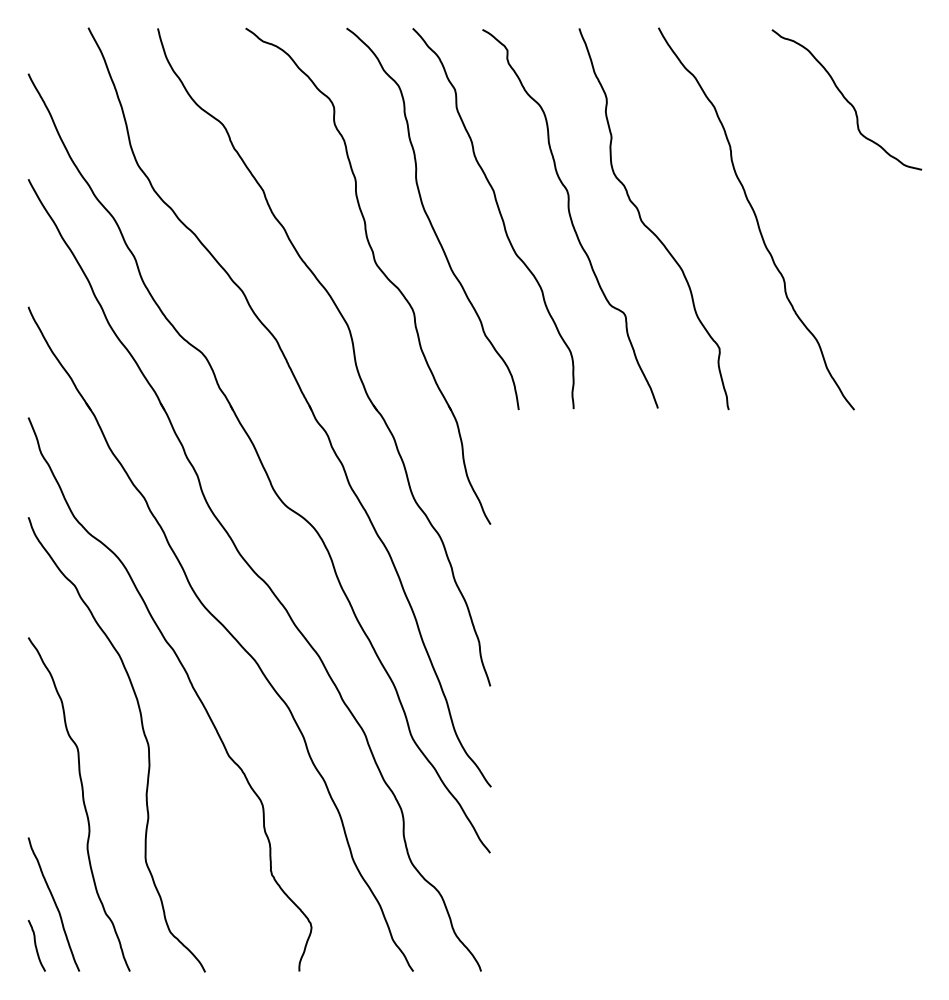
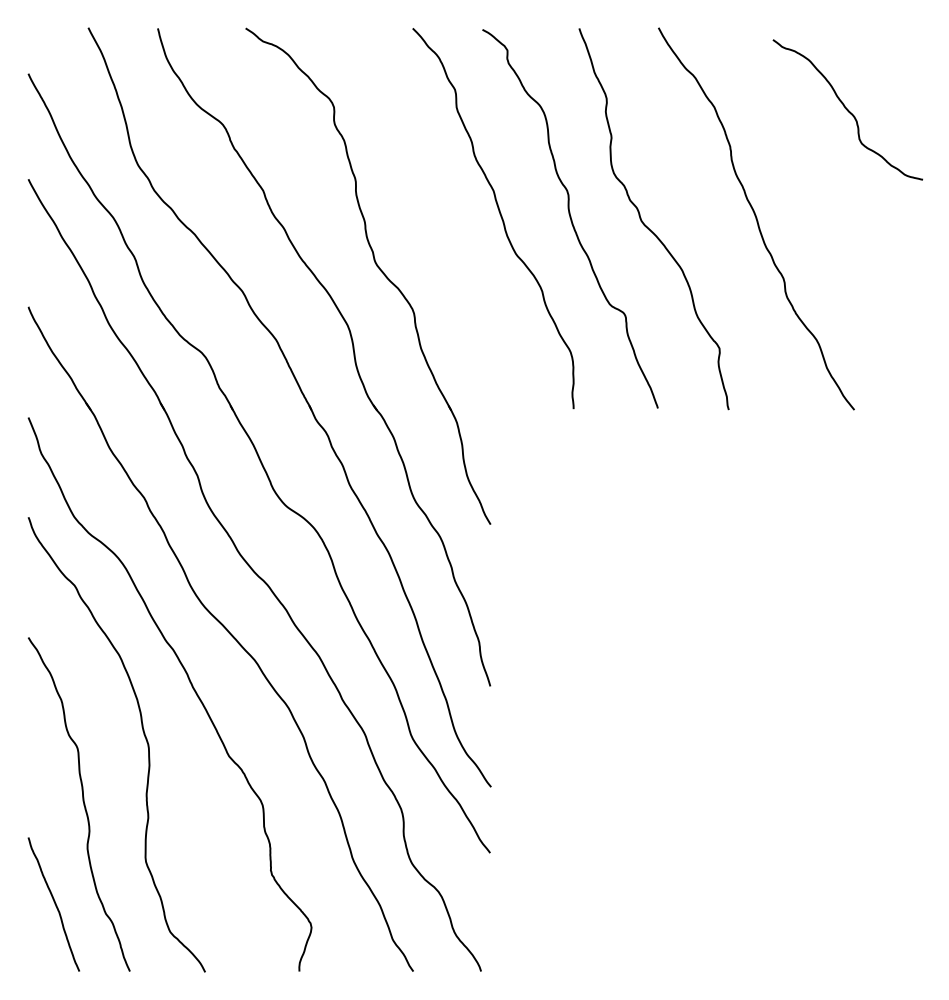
curve at (846, 99) position: (846, 99) -> (847, 109)
curve at (430, 219): present -> none
curve at (36, 945): present -> none
